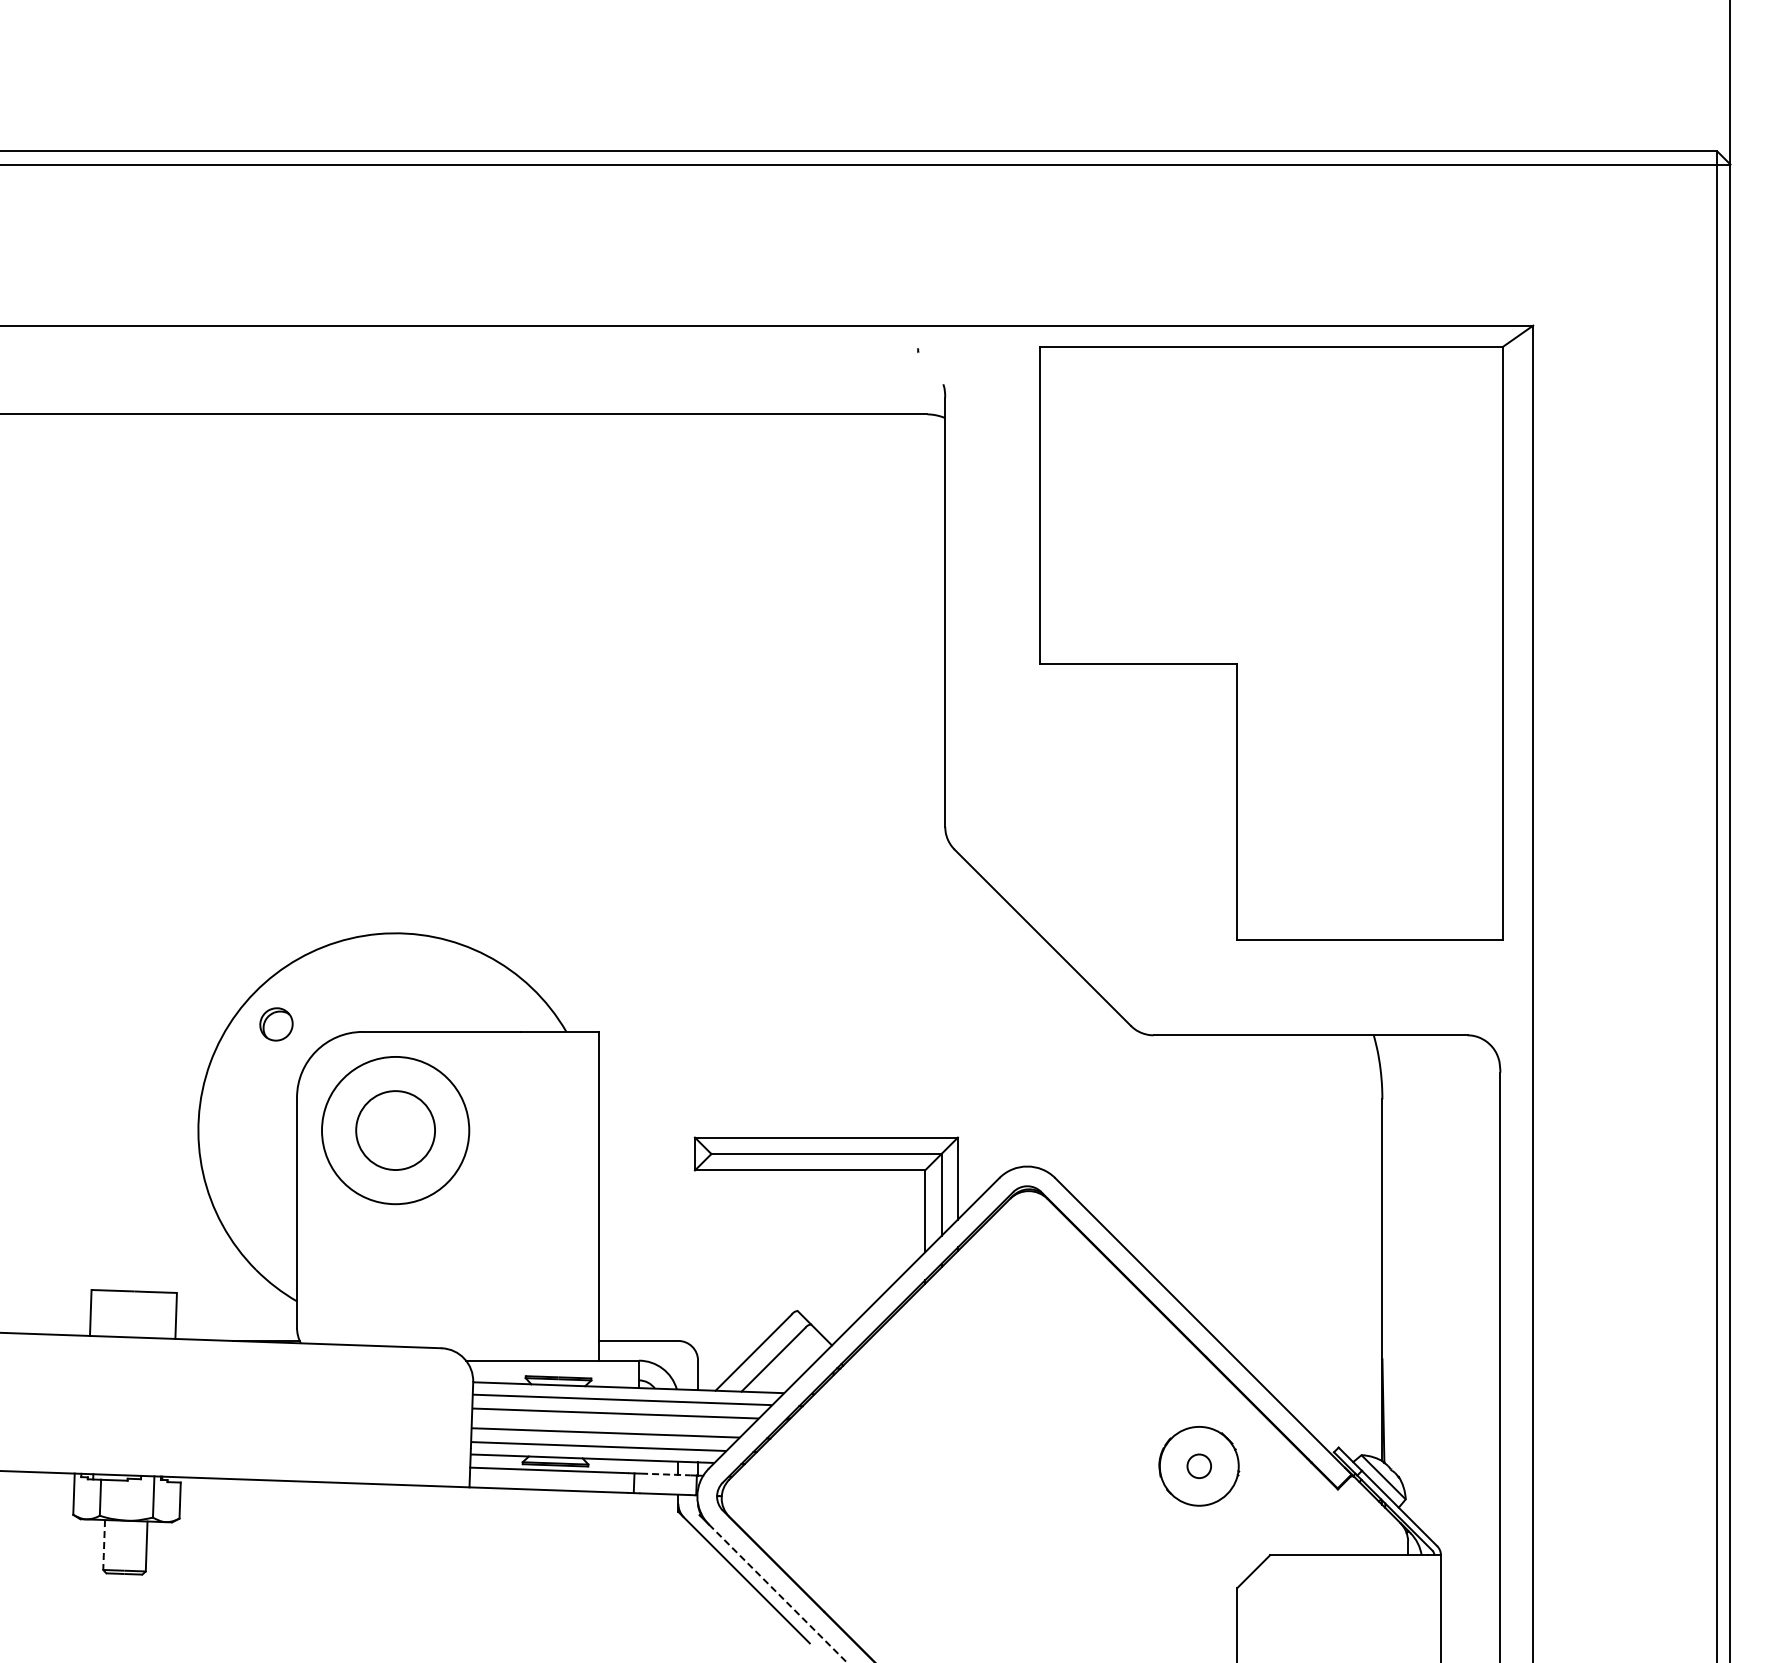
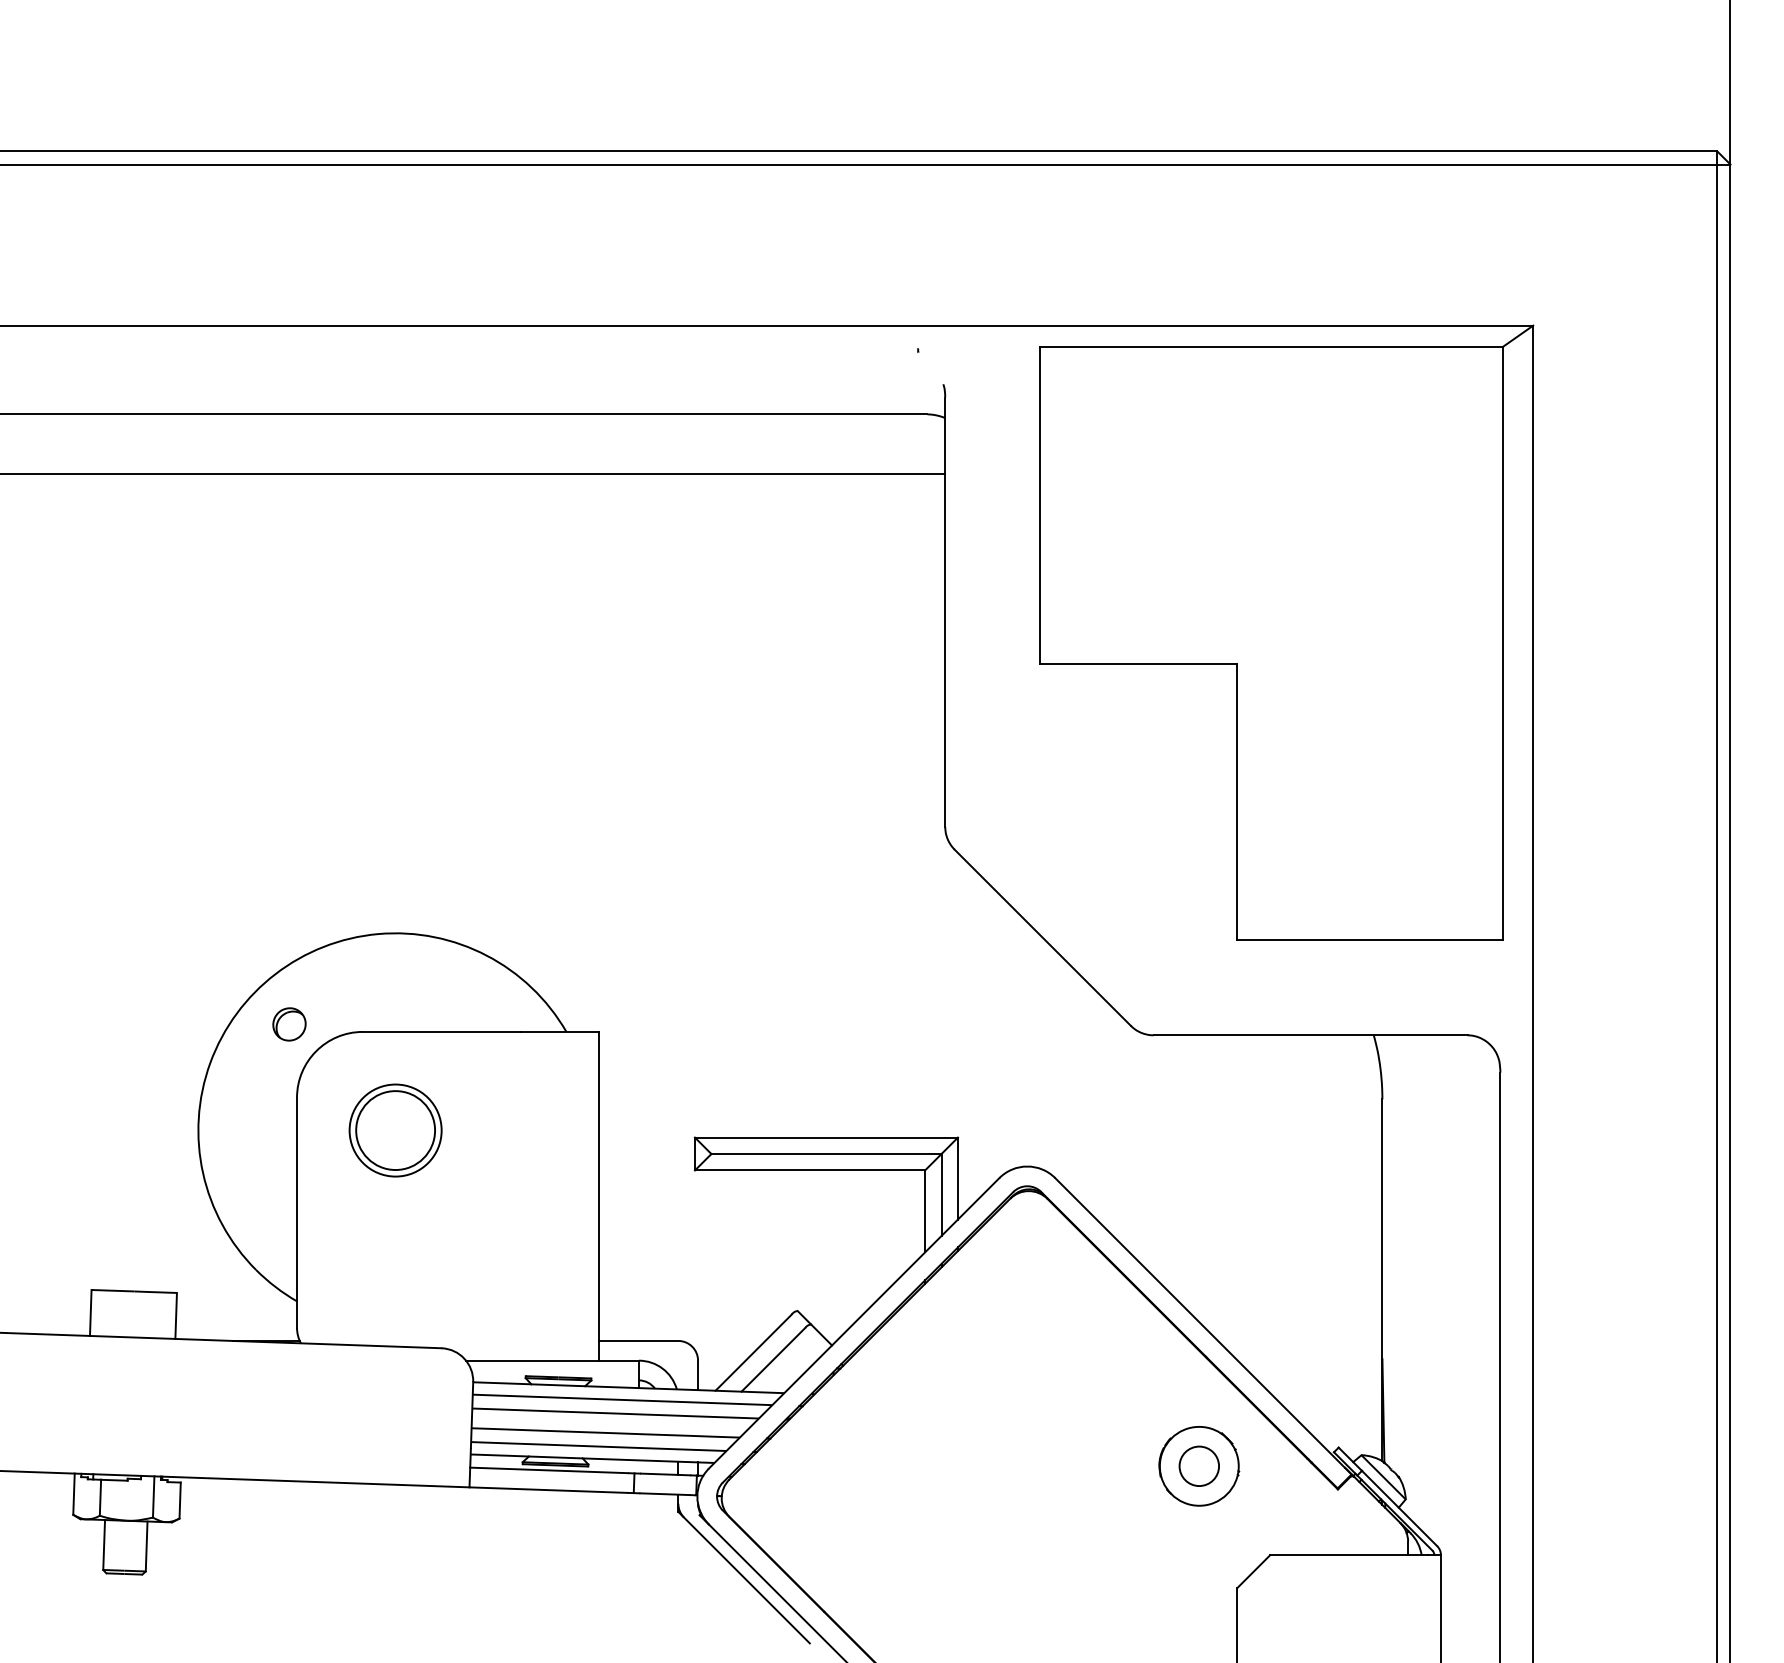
line at (473, 473): none -> present
part at (276, 1024) position: (276, 1024) -> (289, 1024)
circle at (395, 1130) diameter: 147 px -> 92 px
circle at (1199, 1466) diameter: 24 px -> 39 px
line at (665, 1474): dashed -> solid
line at (104, 1545): dashed -> solid
line at (778, 1593): dashed -> solid
